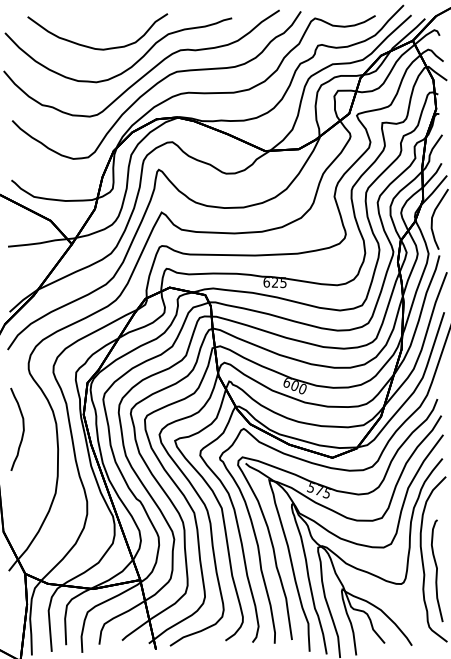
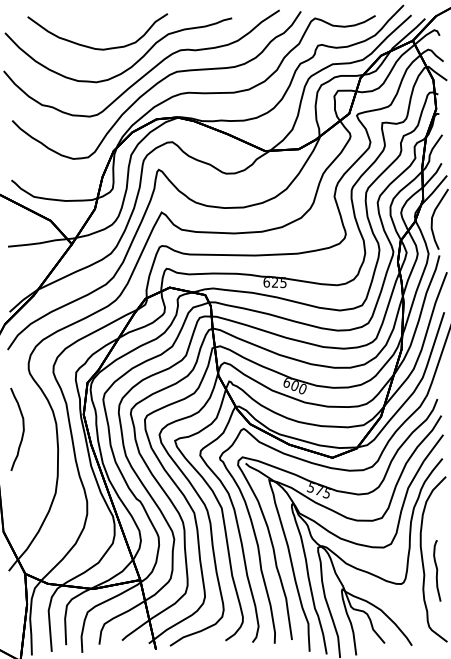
part at (437, 570) size: 13x104 px -> 9x62 px
